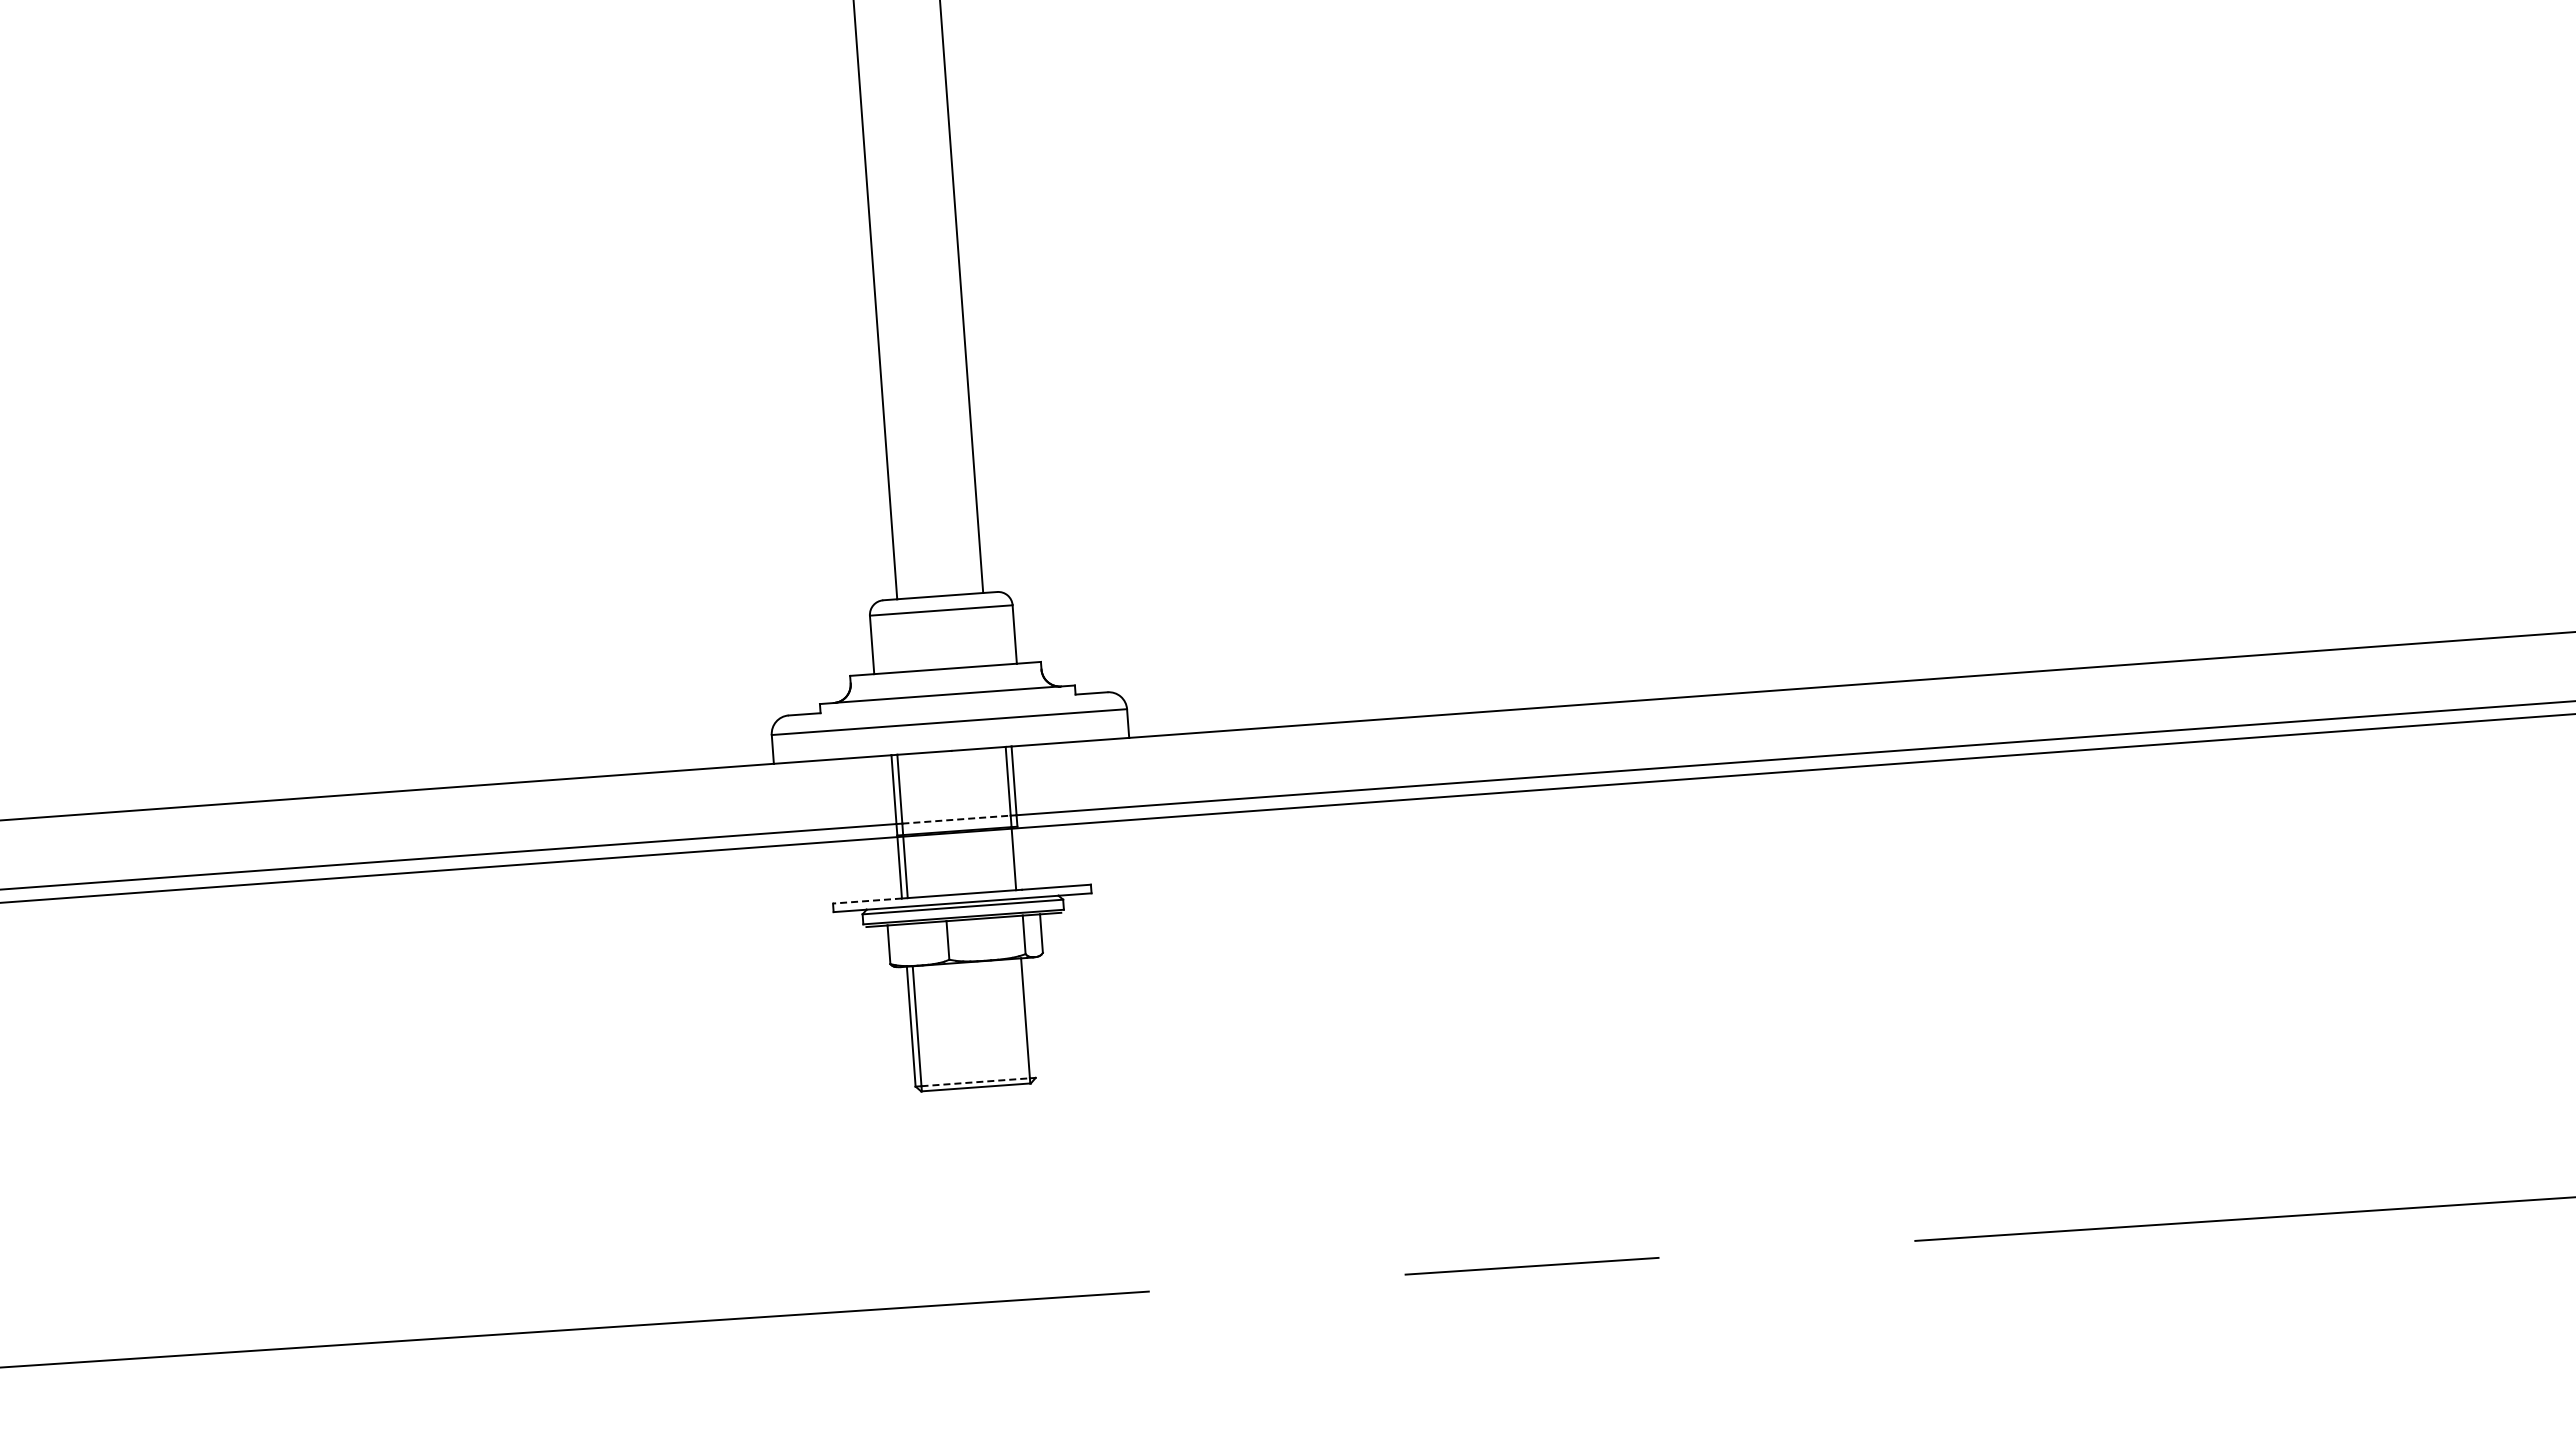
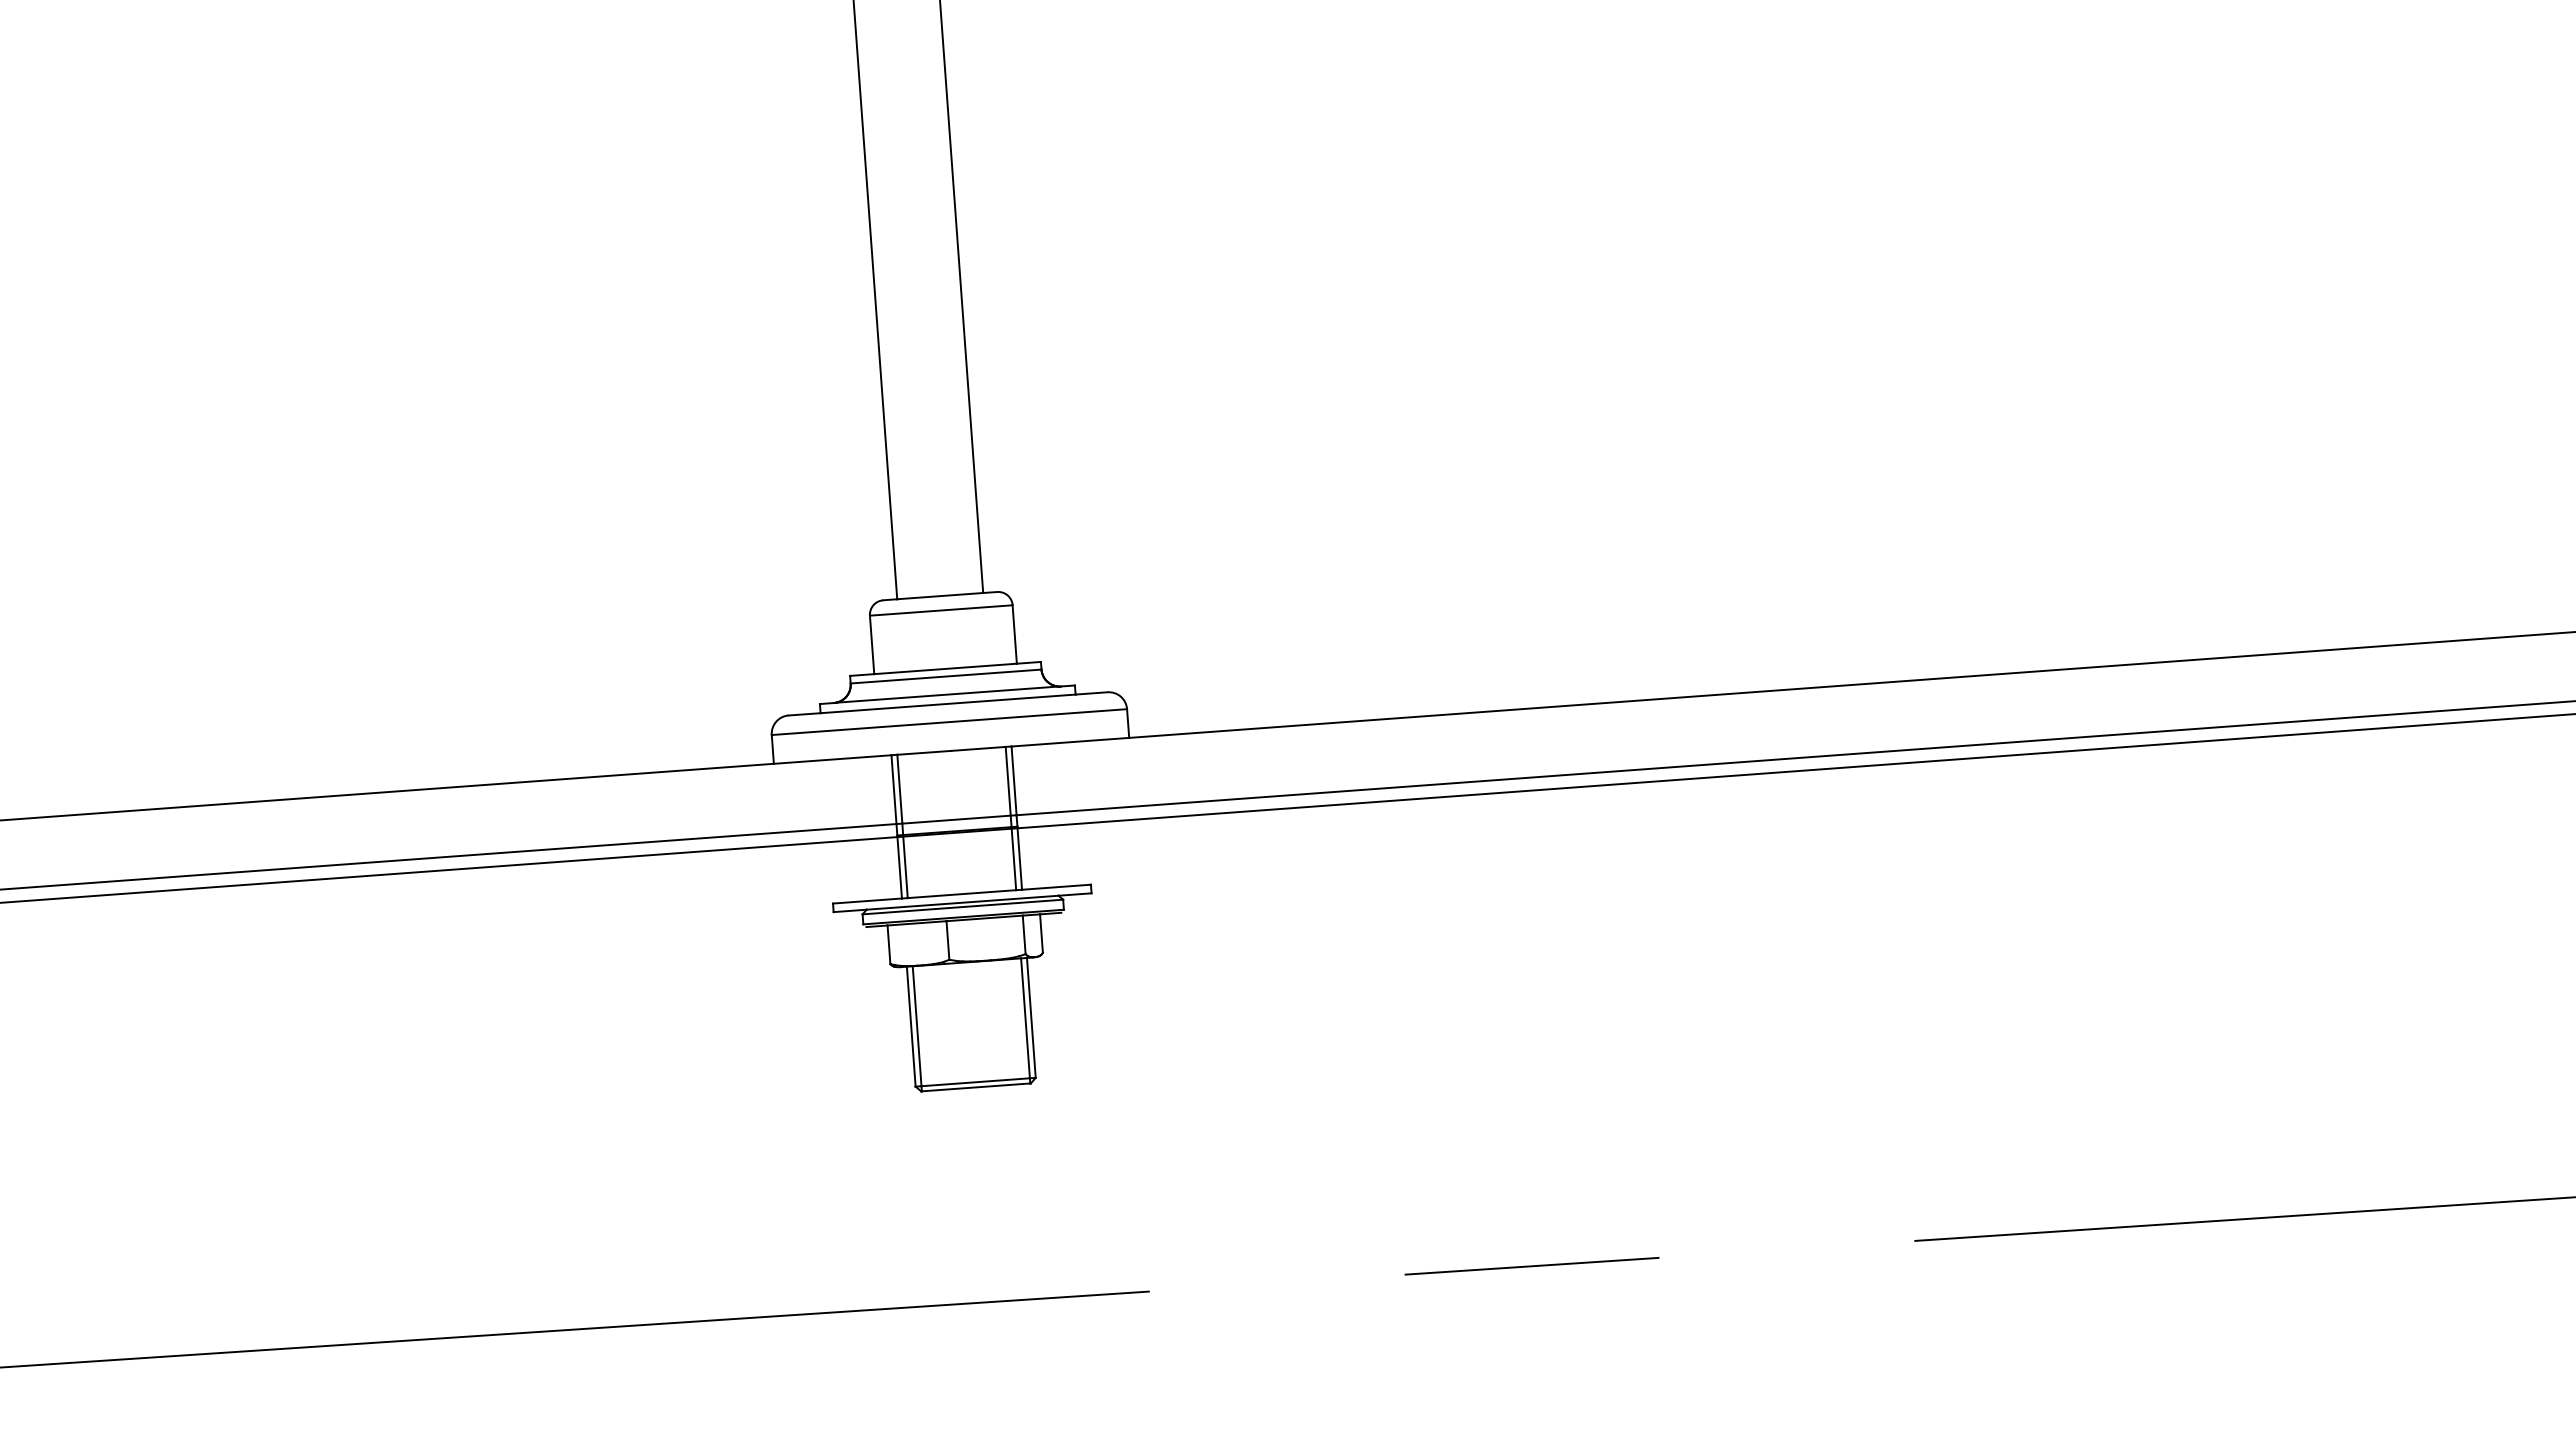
line at (945, 676): none -> present
line at (947, 703): none -> present
line at (957, 819): dashed -> solid
line at (1019, 857): none -> present
line at (867, 901): dashed -> solid
line at (1030, 1017): none -> present
line at (976, 1082): dashed -> solid
